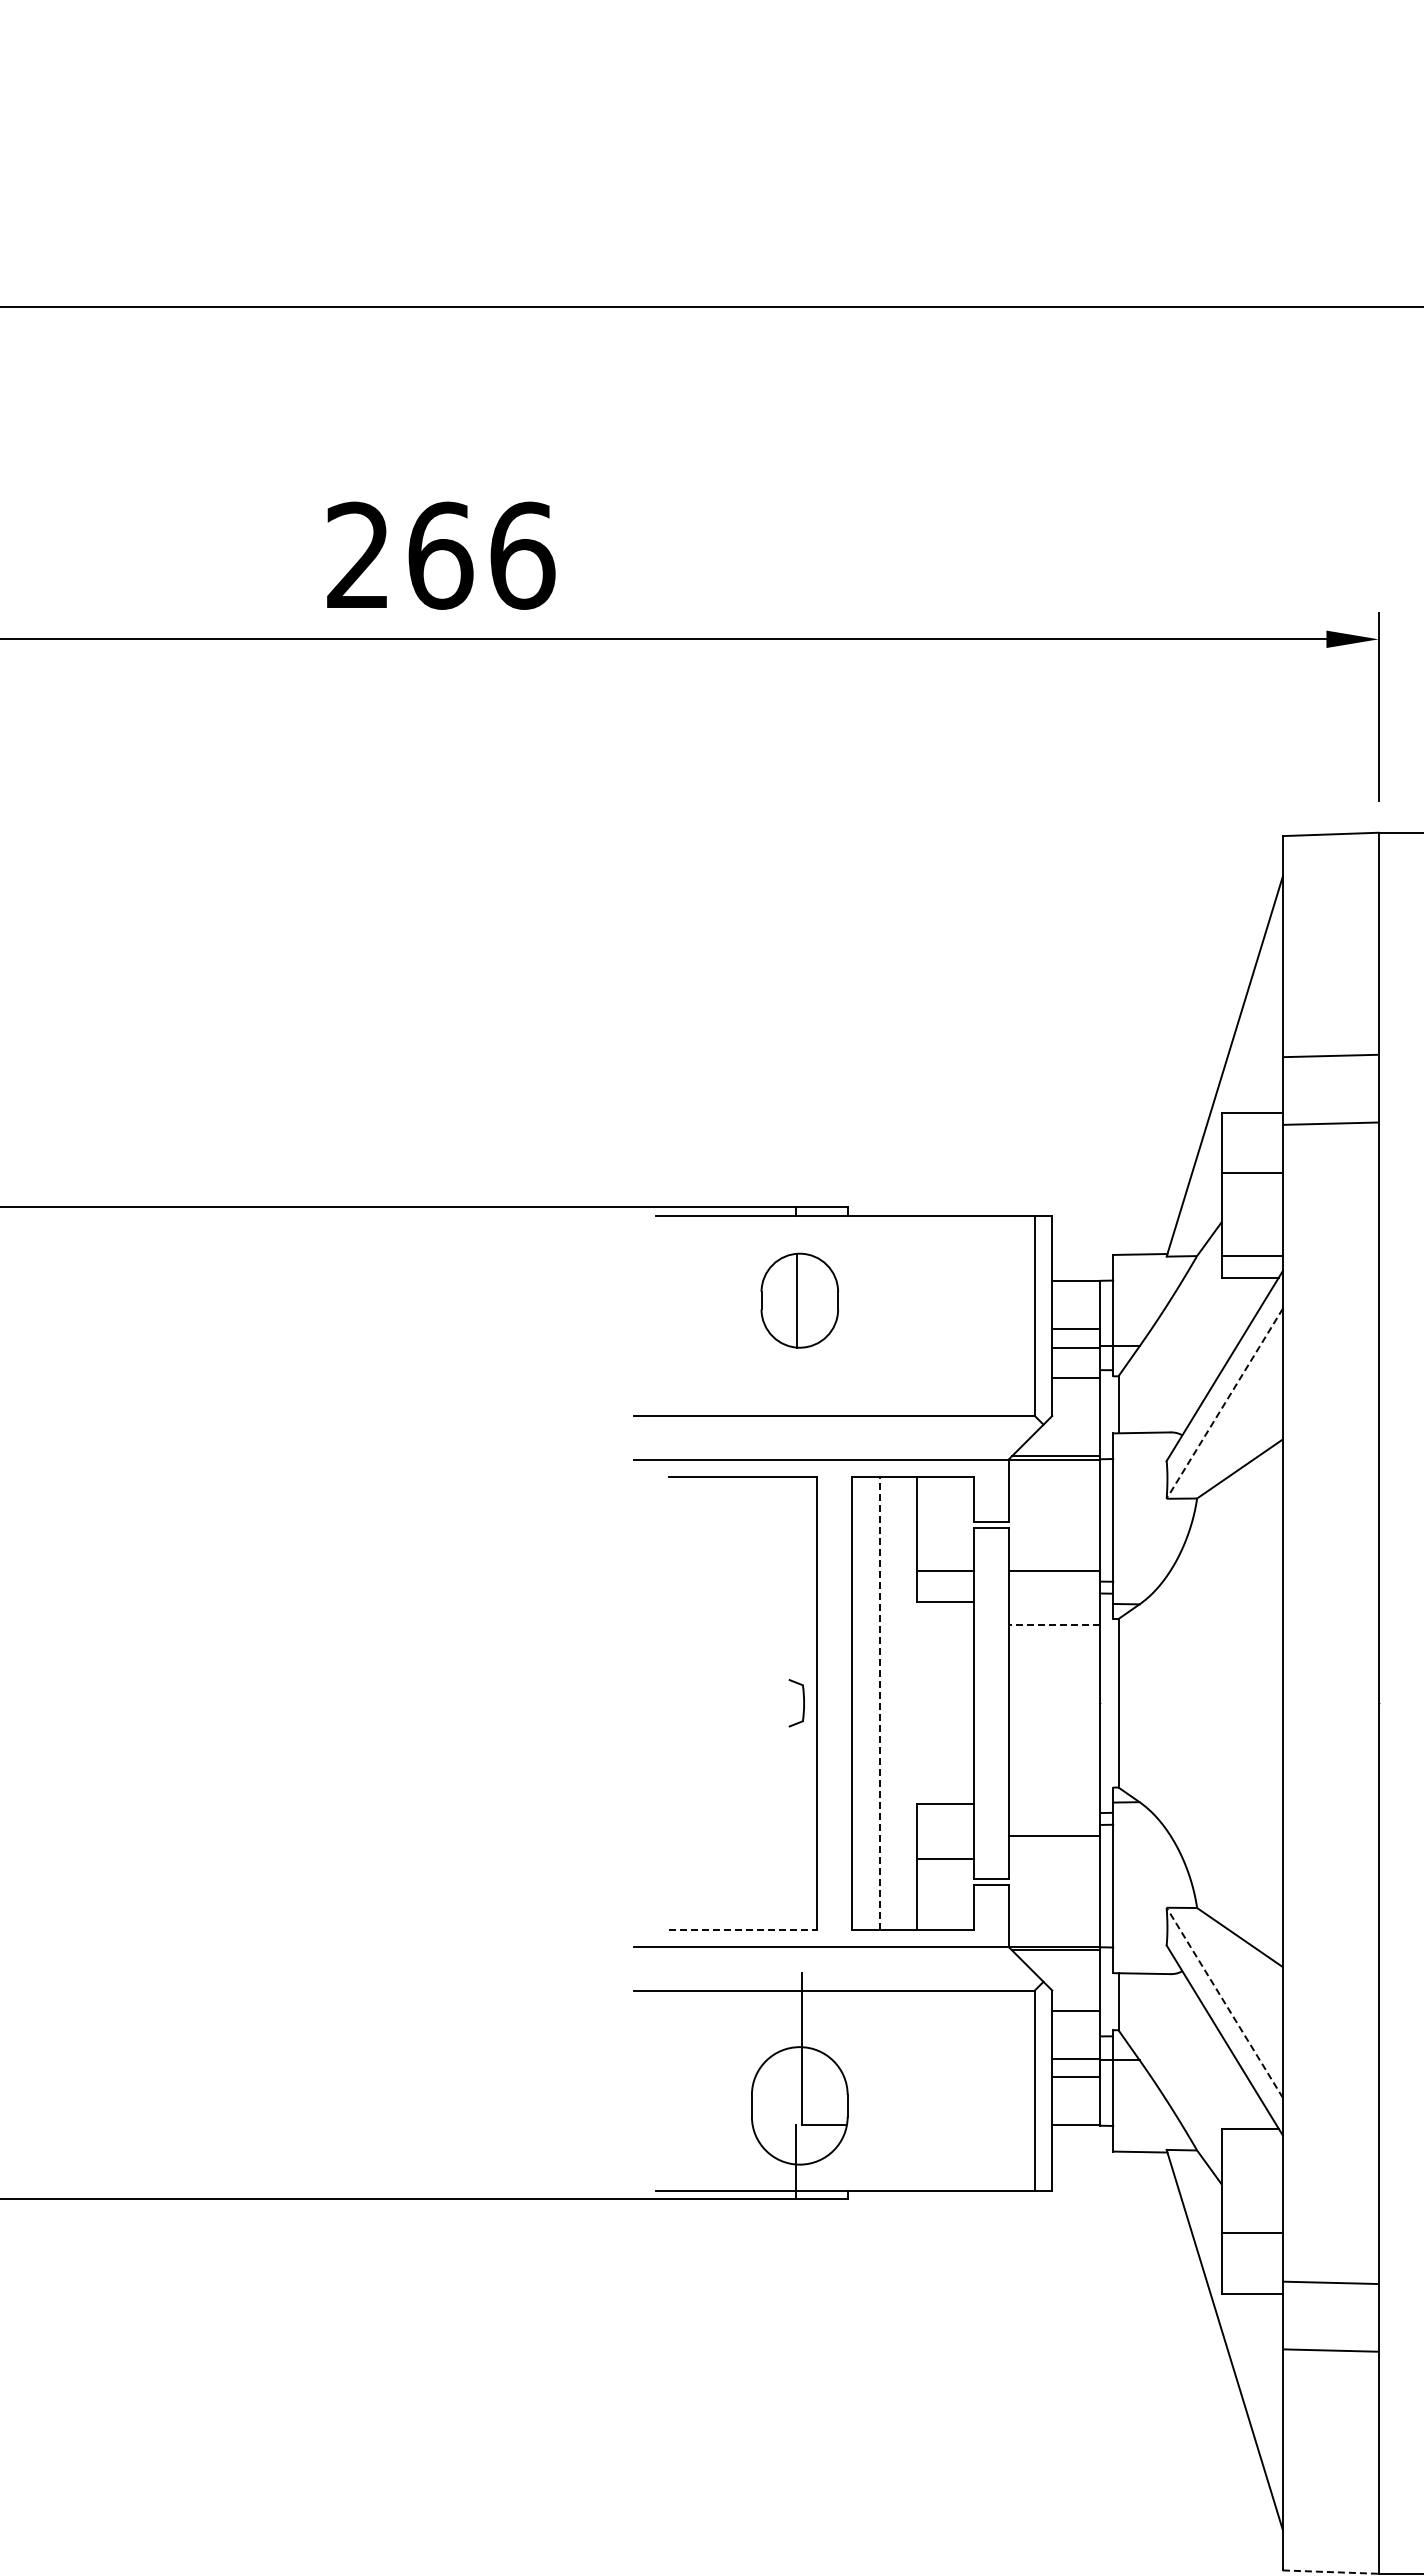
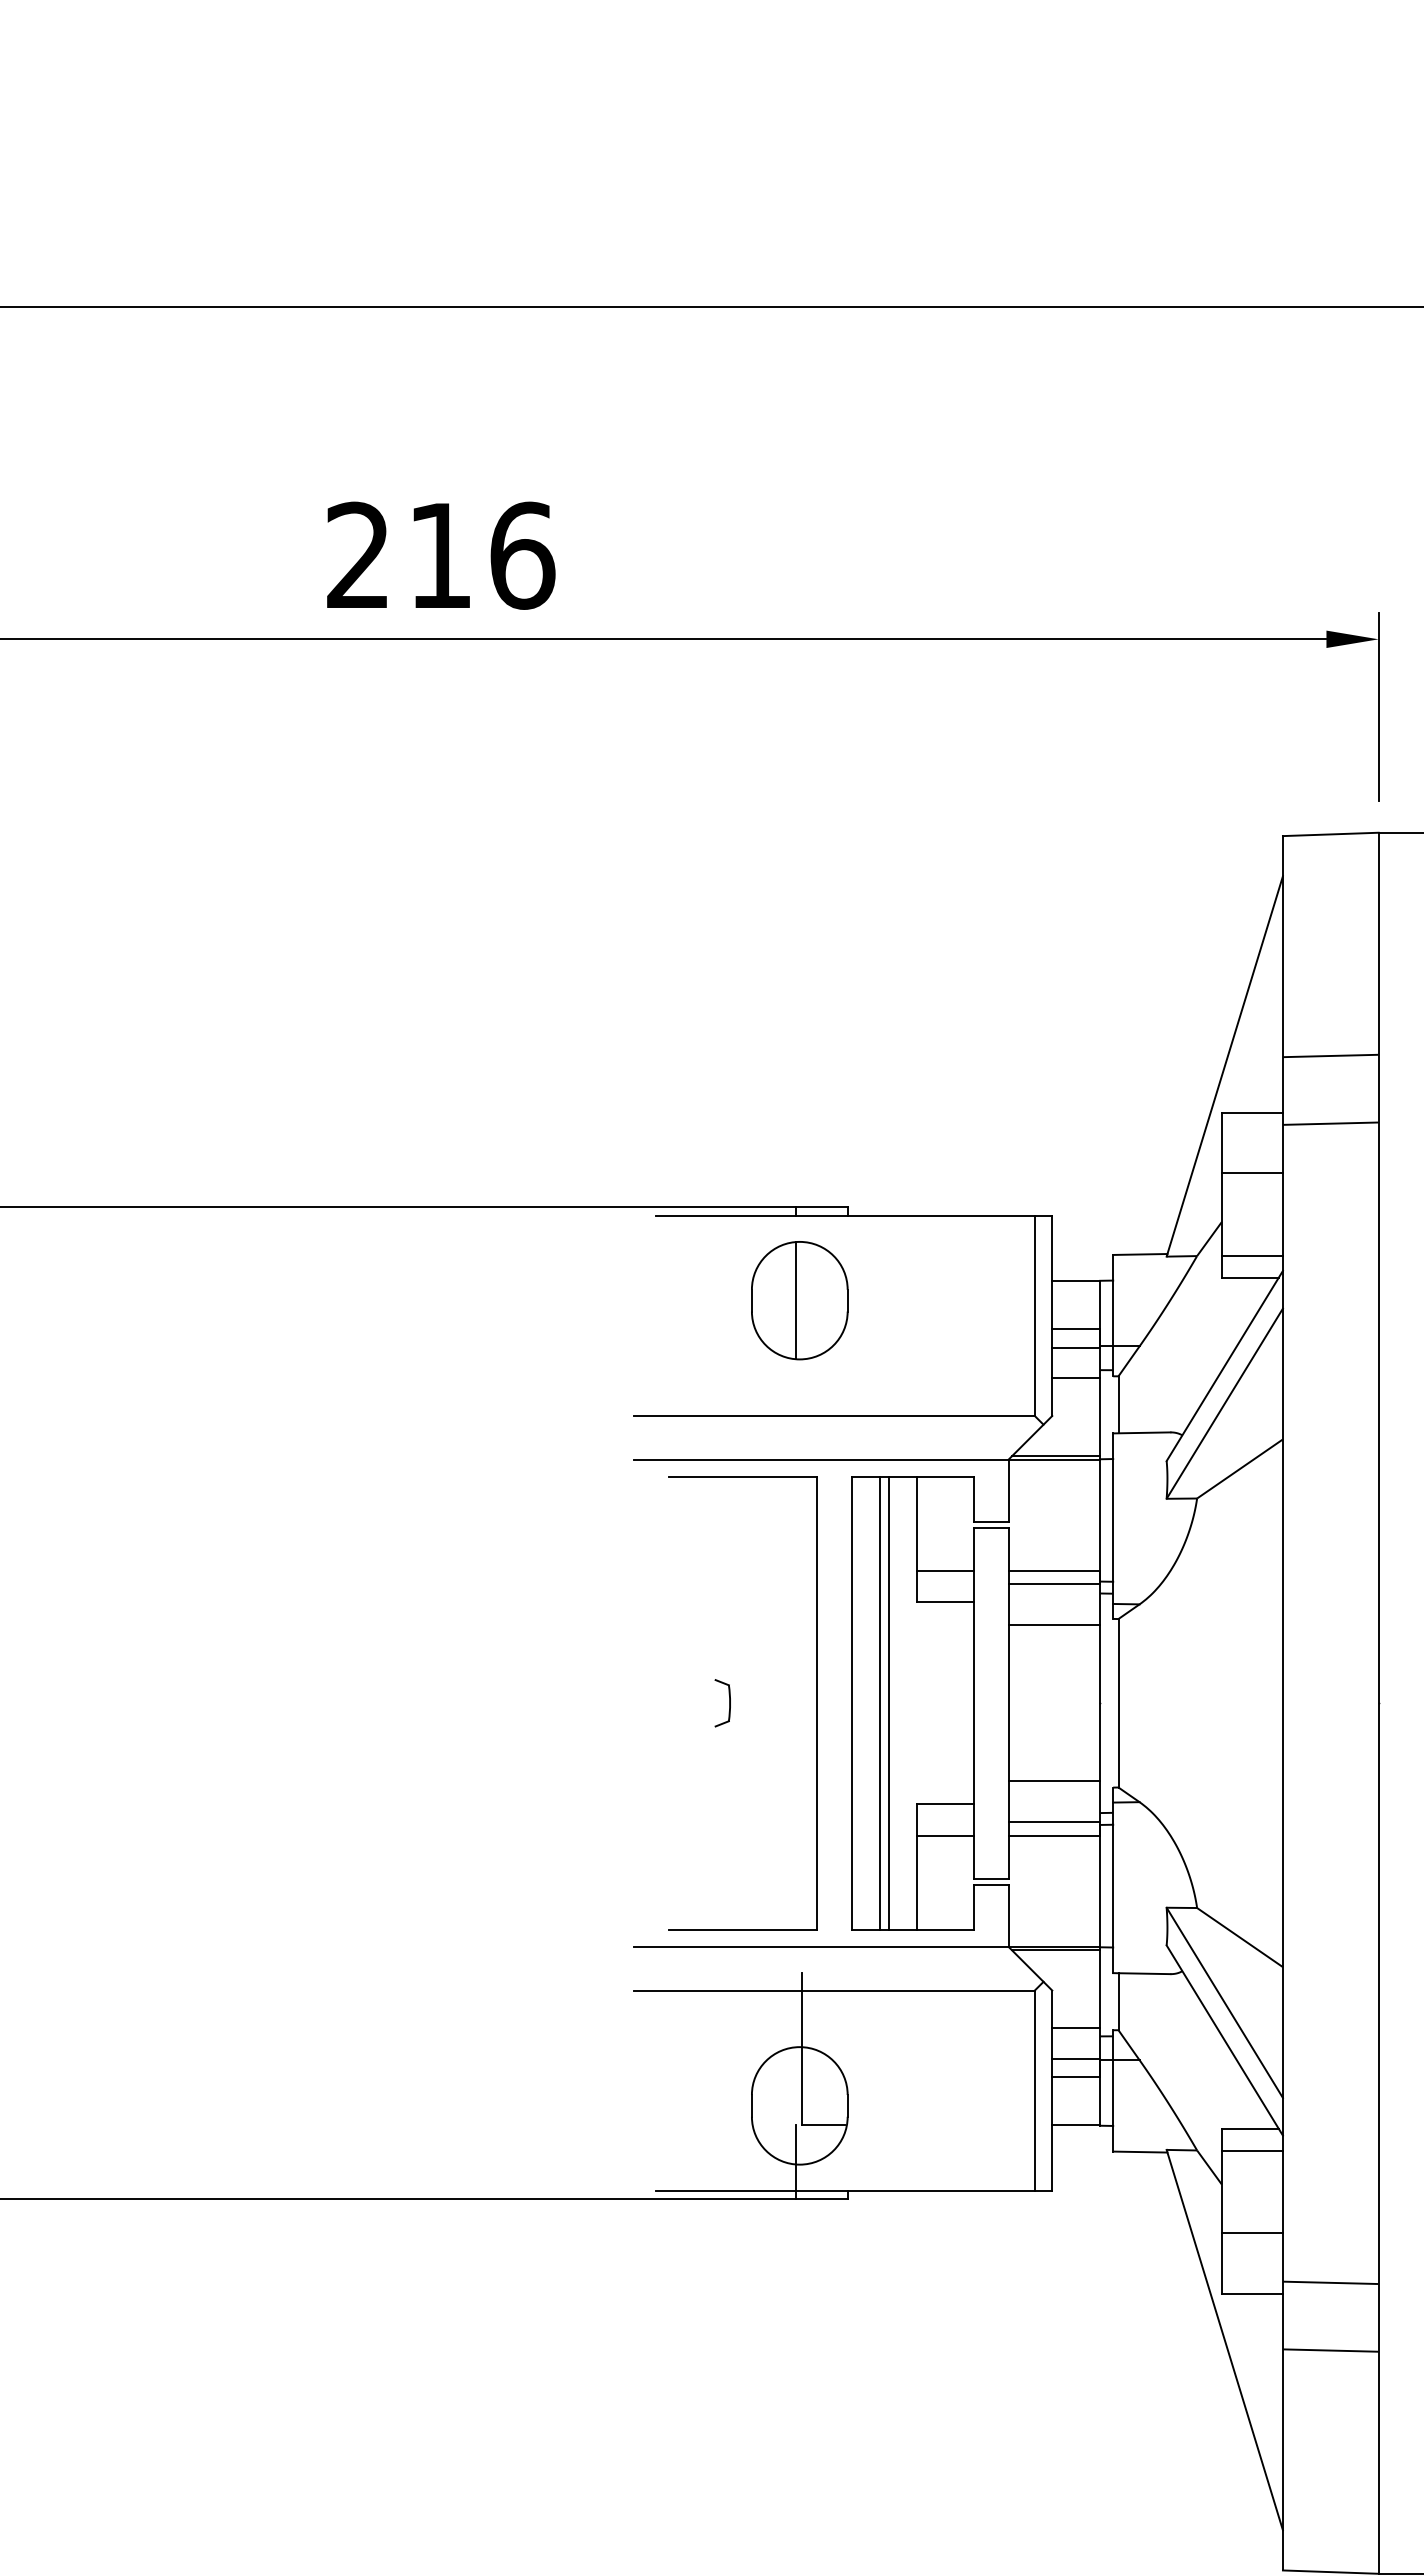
text at (440, 555): 266 -> 216
part at (799, 1300) size: 79x97 px -> 98x120 px
line at (1224, 1404): dashed -> solid
line at (1054, 1584): none -> present
line at (1054, 1625): dashed -> solid
line at (879, 1702): dashed -> solid
line at (888, 1702): none -> present
part at (803, 1703) position: (803, 1703) -> (729, 1703)
line at (1054, 1781): none -> present
line at (1054, 1822): none -> present
line at (945, 1858) position: (945, 1858) -> (945, 1835)
line at (743, 1929): dashed -> solid
line at (1224, 2002): dashed -> solid
line at (1076, 2011) position: (1076, 2011) -> (1076, 2028)
line at (1252, 2150): none -> present
line at (1330, 2572): dashed -> solid
